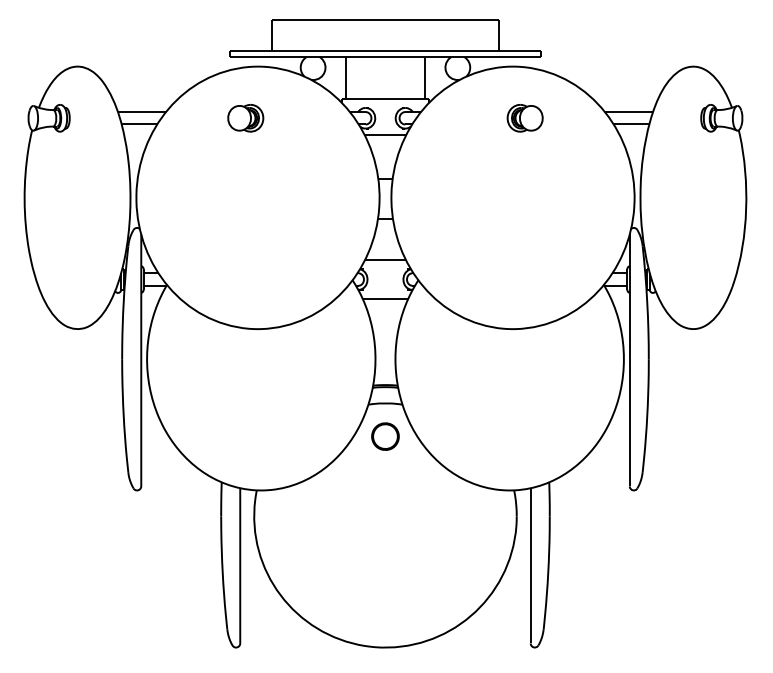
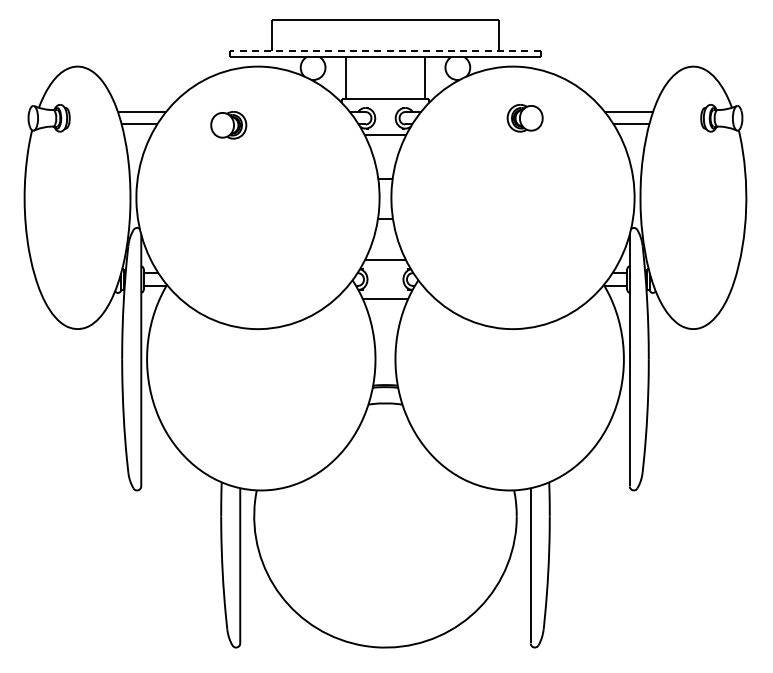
line at (385, 51): solid -> dashed
part at (245, 118) position: (245, 118) -> (228, 125)
part at (385, 436): present -> none
